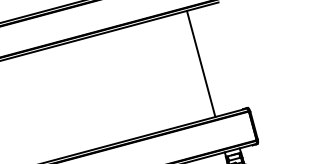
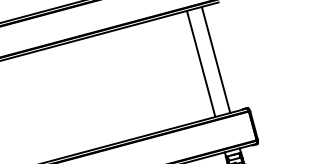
line at (215, 59): none -> present
